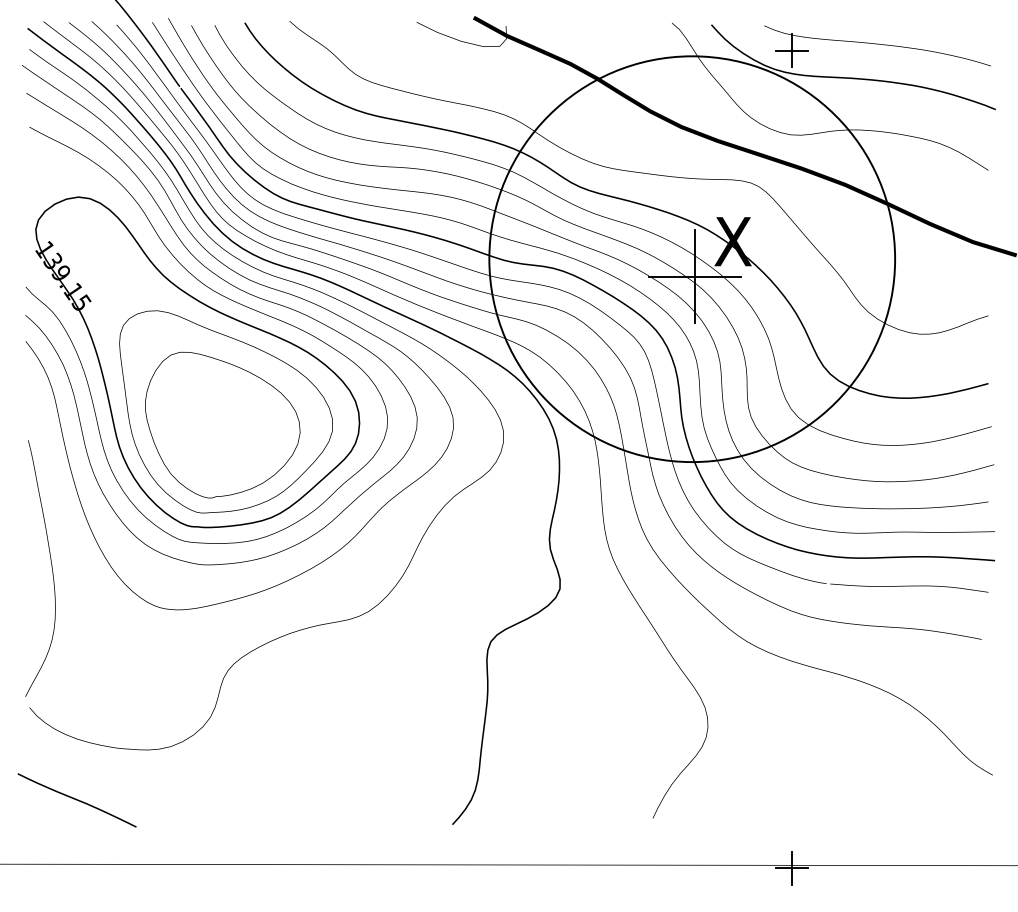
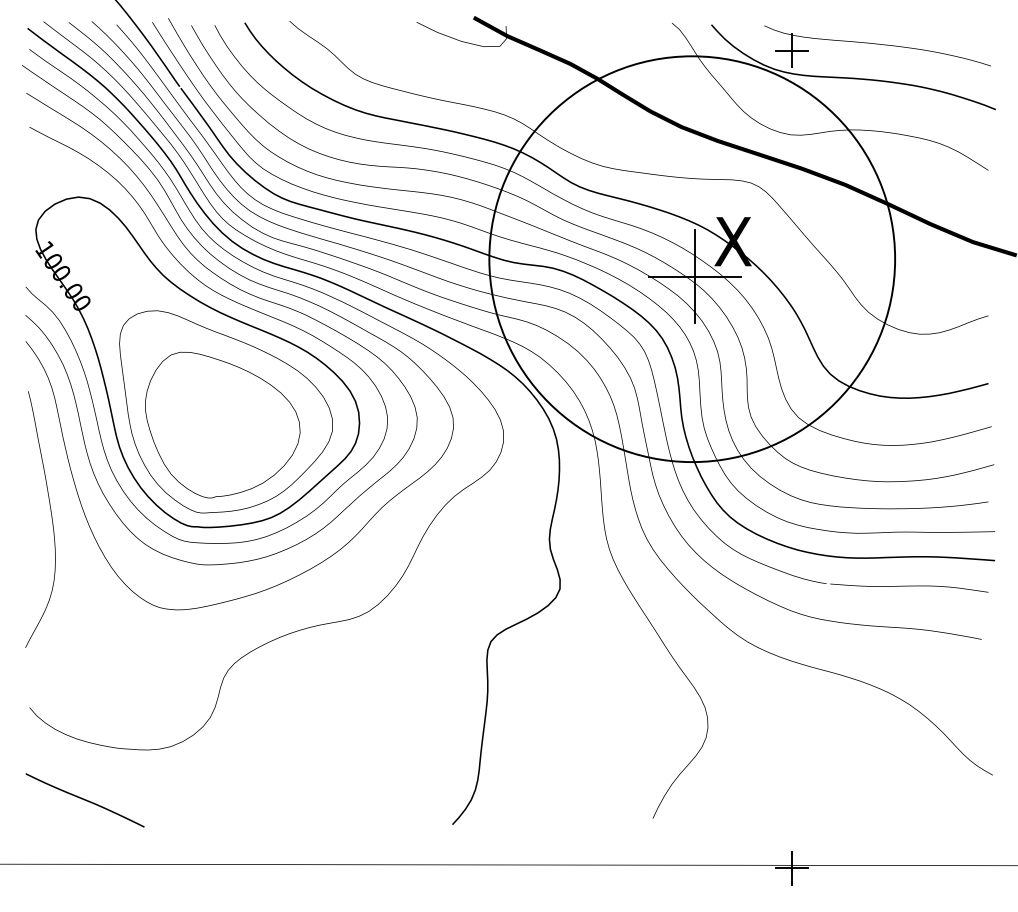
text at (67, 280): 139.15 -> 100.00
curve at (51, 567) position: (51, 567) -> (51, 518)
curve at (76, 800) position: (76, 800) -> (84, 800)
